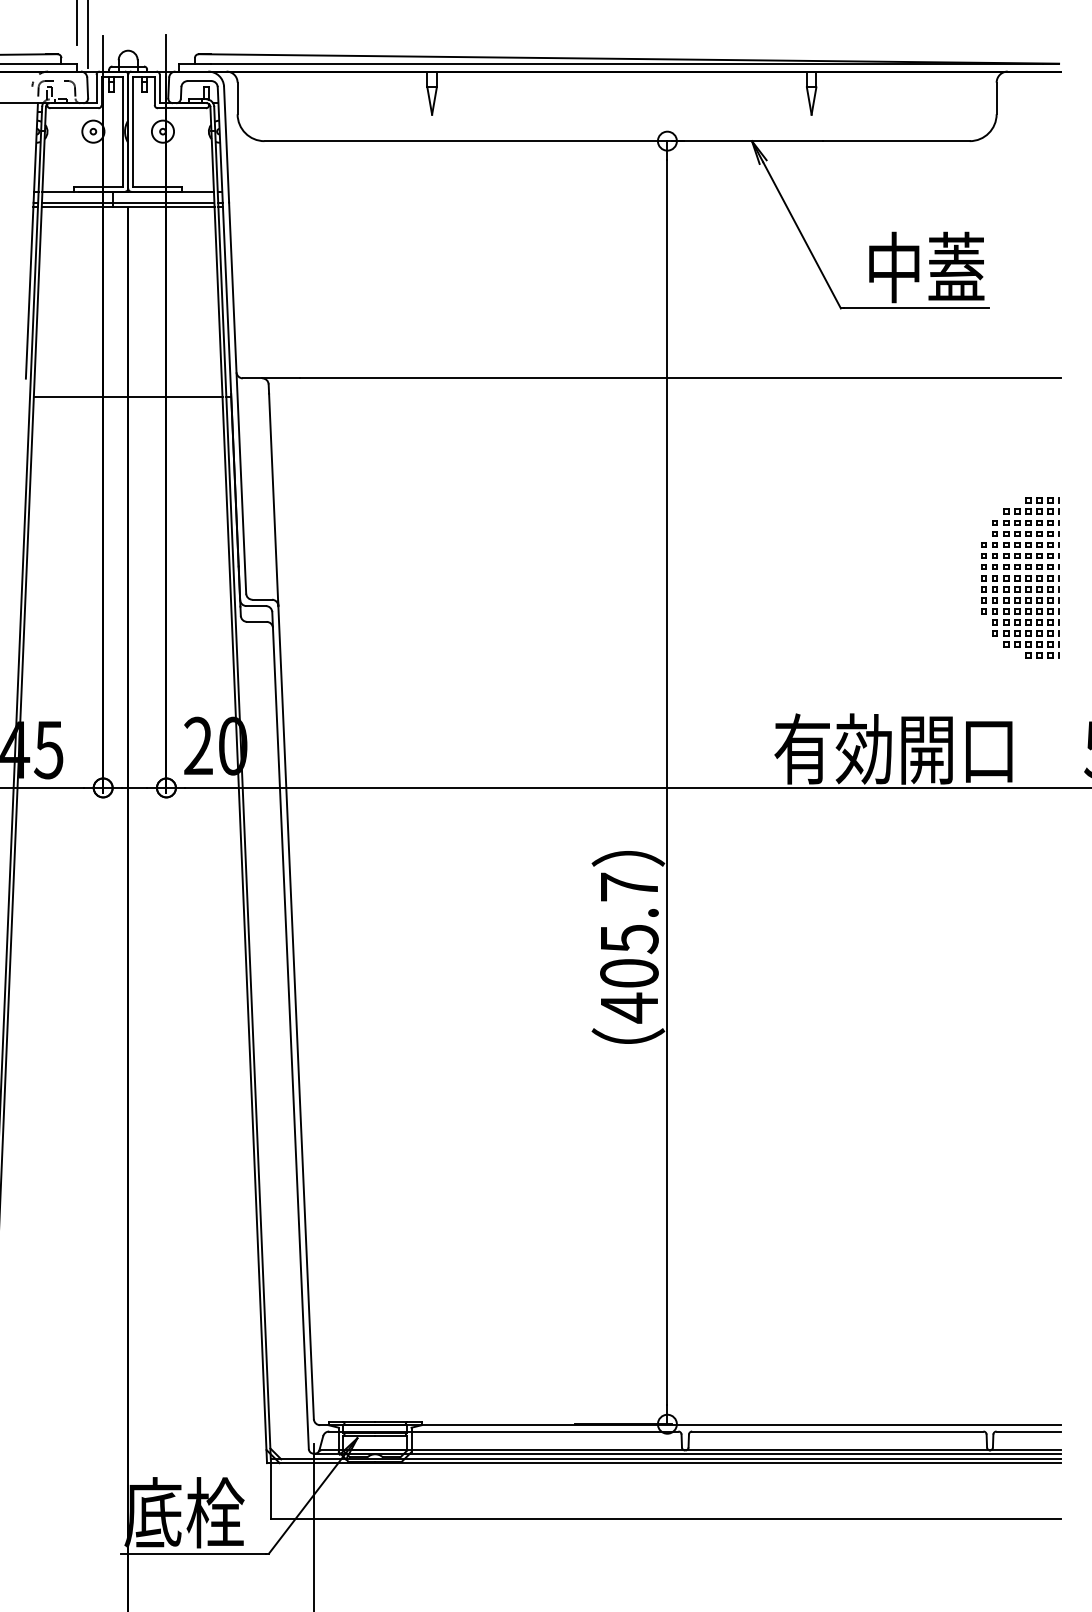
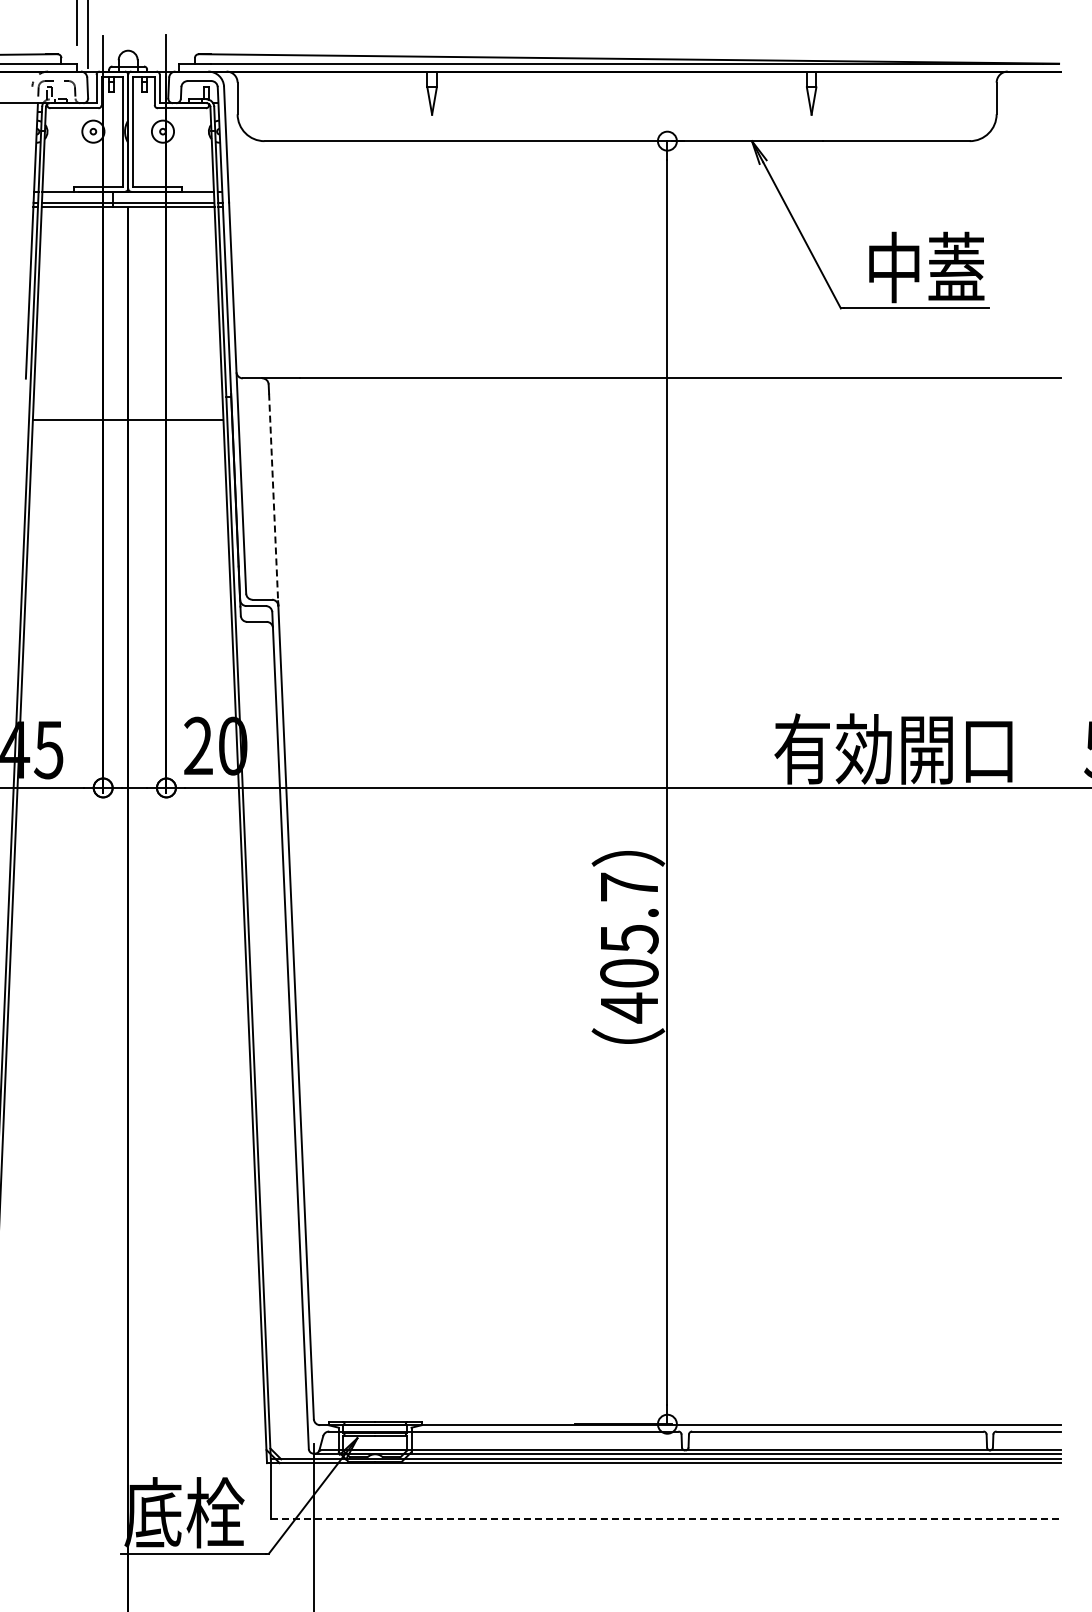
line at (127, 397) position: (127, 397) -> (127, 420)
line at (273, 500): solid -> dashed
part at (1020, 577): present -> none
line at (666, 1519): solid -> dashed
